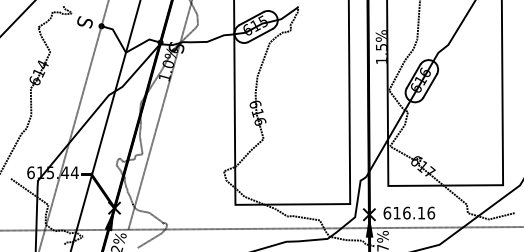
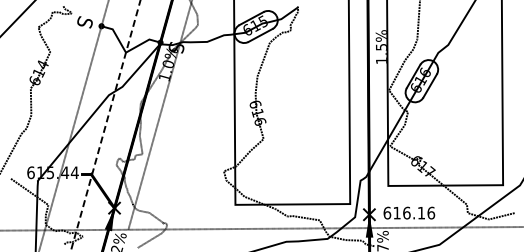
line at (105, 125): solid -> dashed
